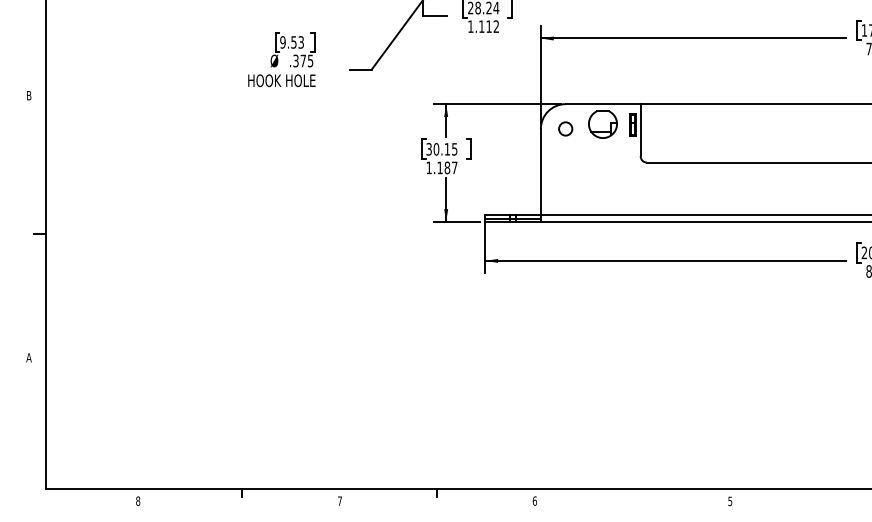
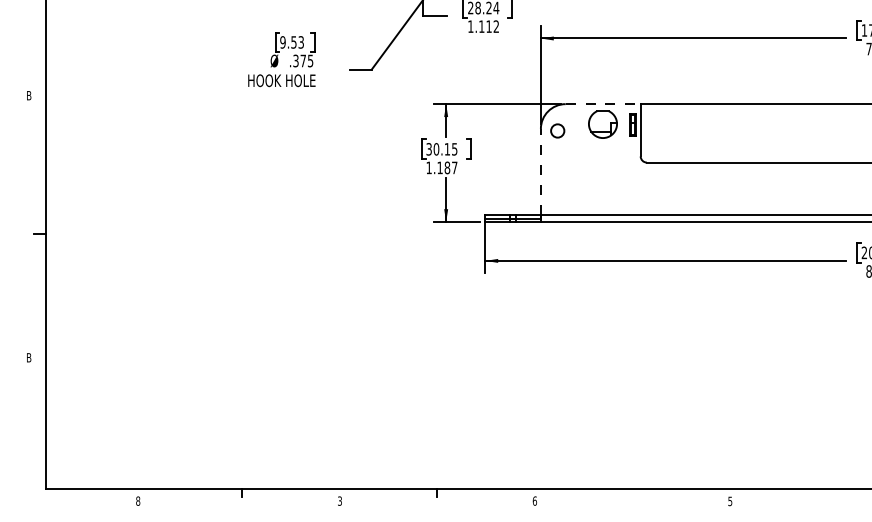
line at (603, 104): solid -> dashed
circle at (565, 128) position: (565, 128) -> (557, 130)
line at (540, 171): solid -> dashed
text at (28, 357): A -> B
text at (339, 500): 7 -> 3
